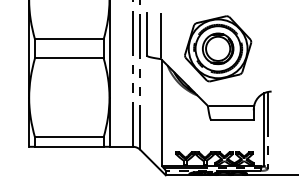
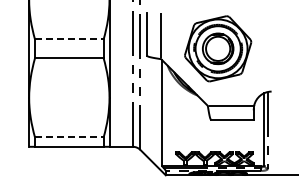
line at (69, 39): solid -> dashed
line at (69, 137): solid -> dashed
